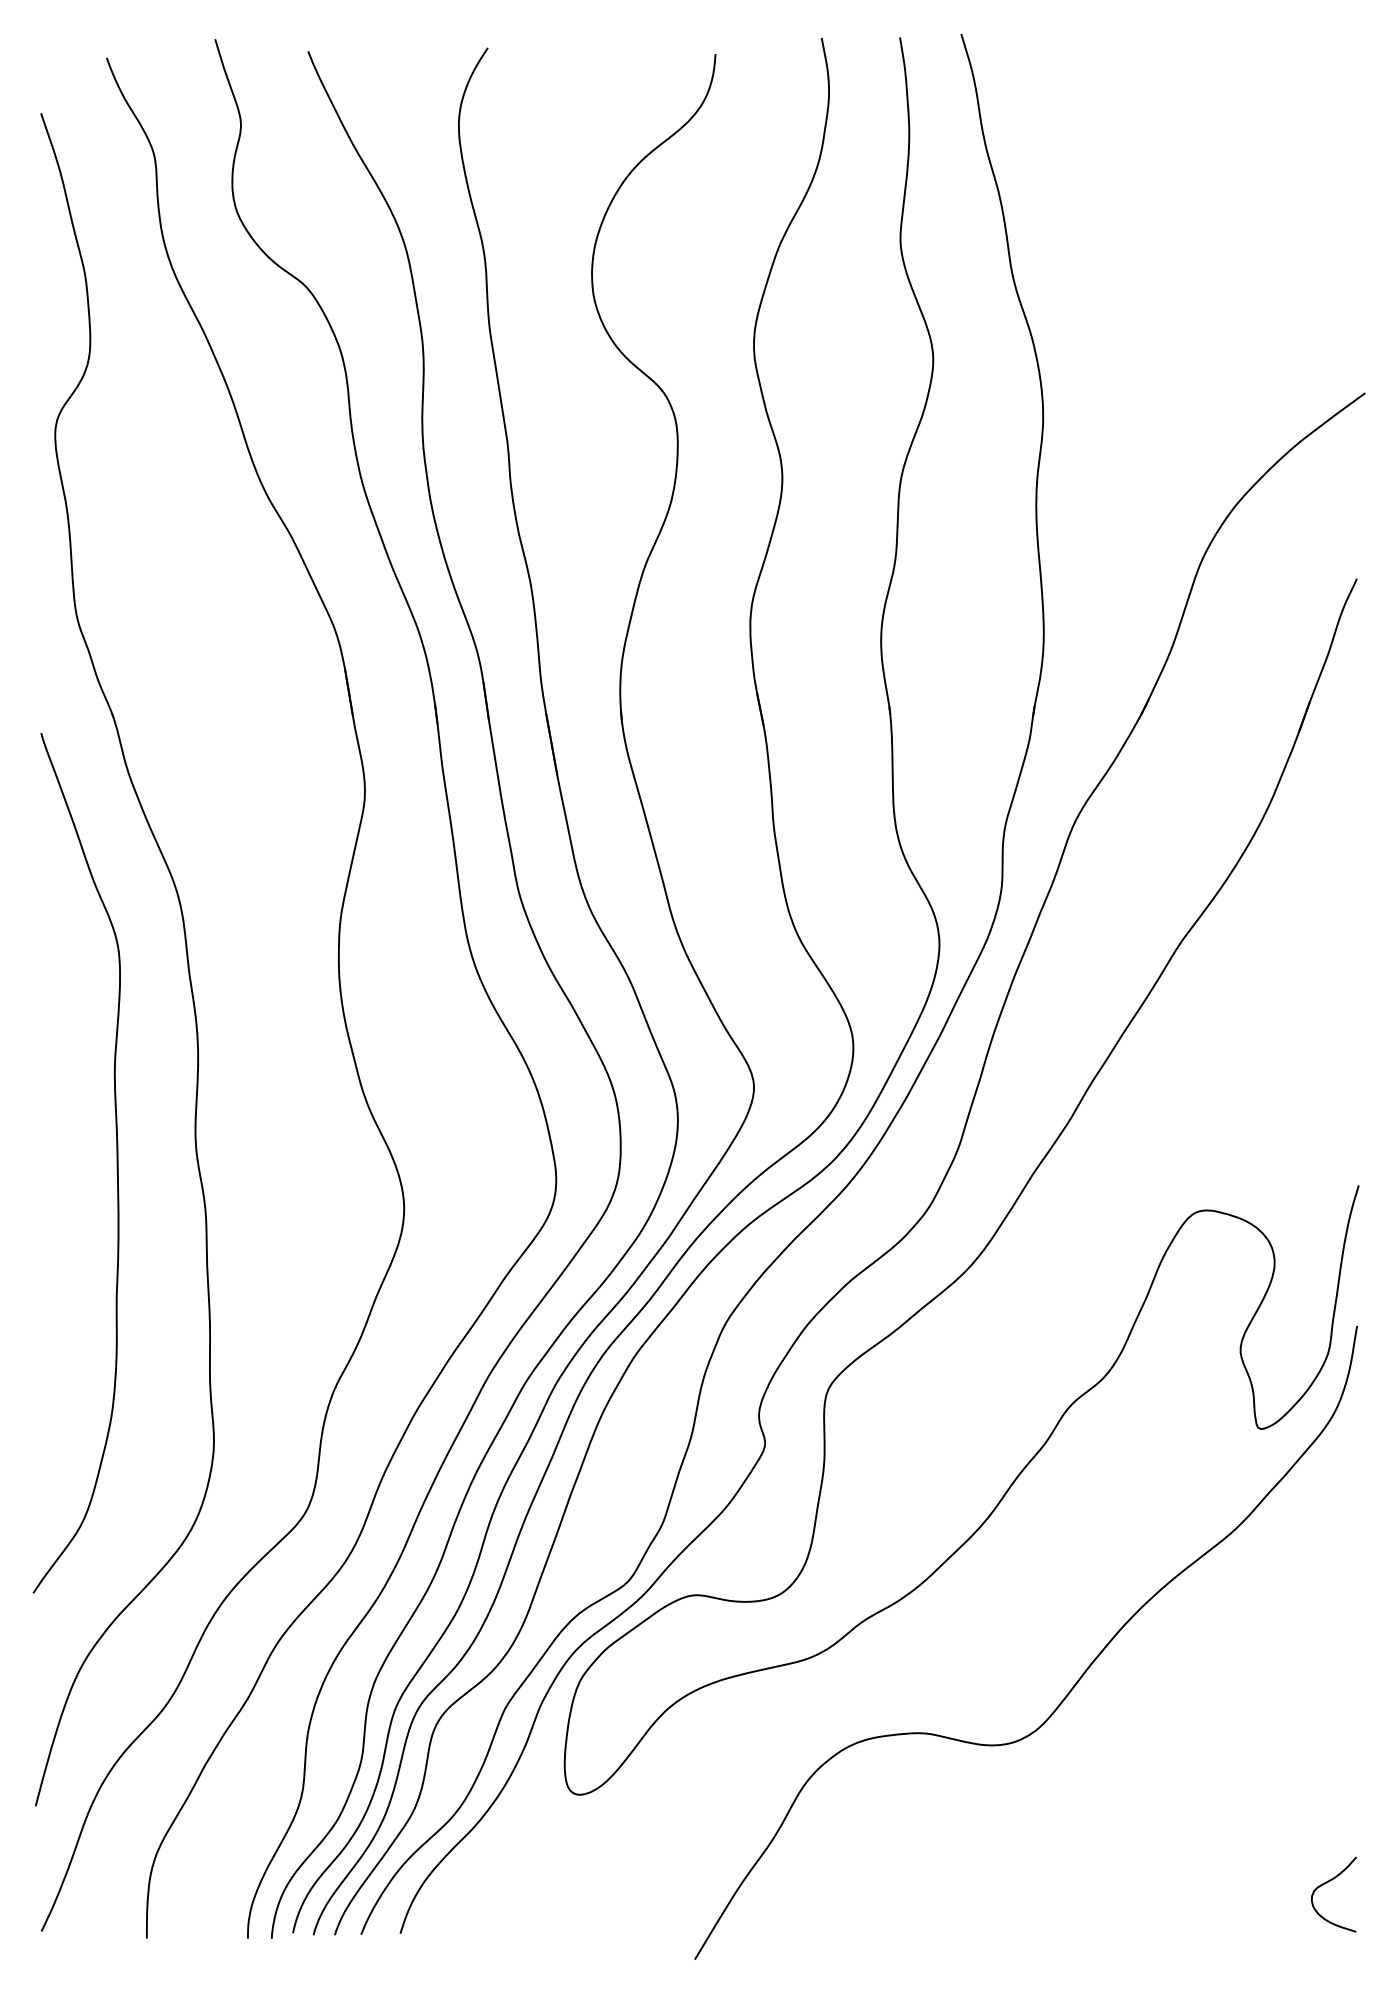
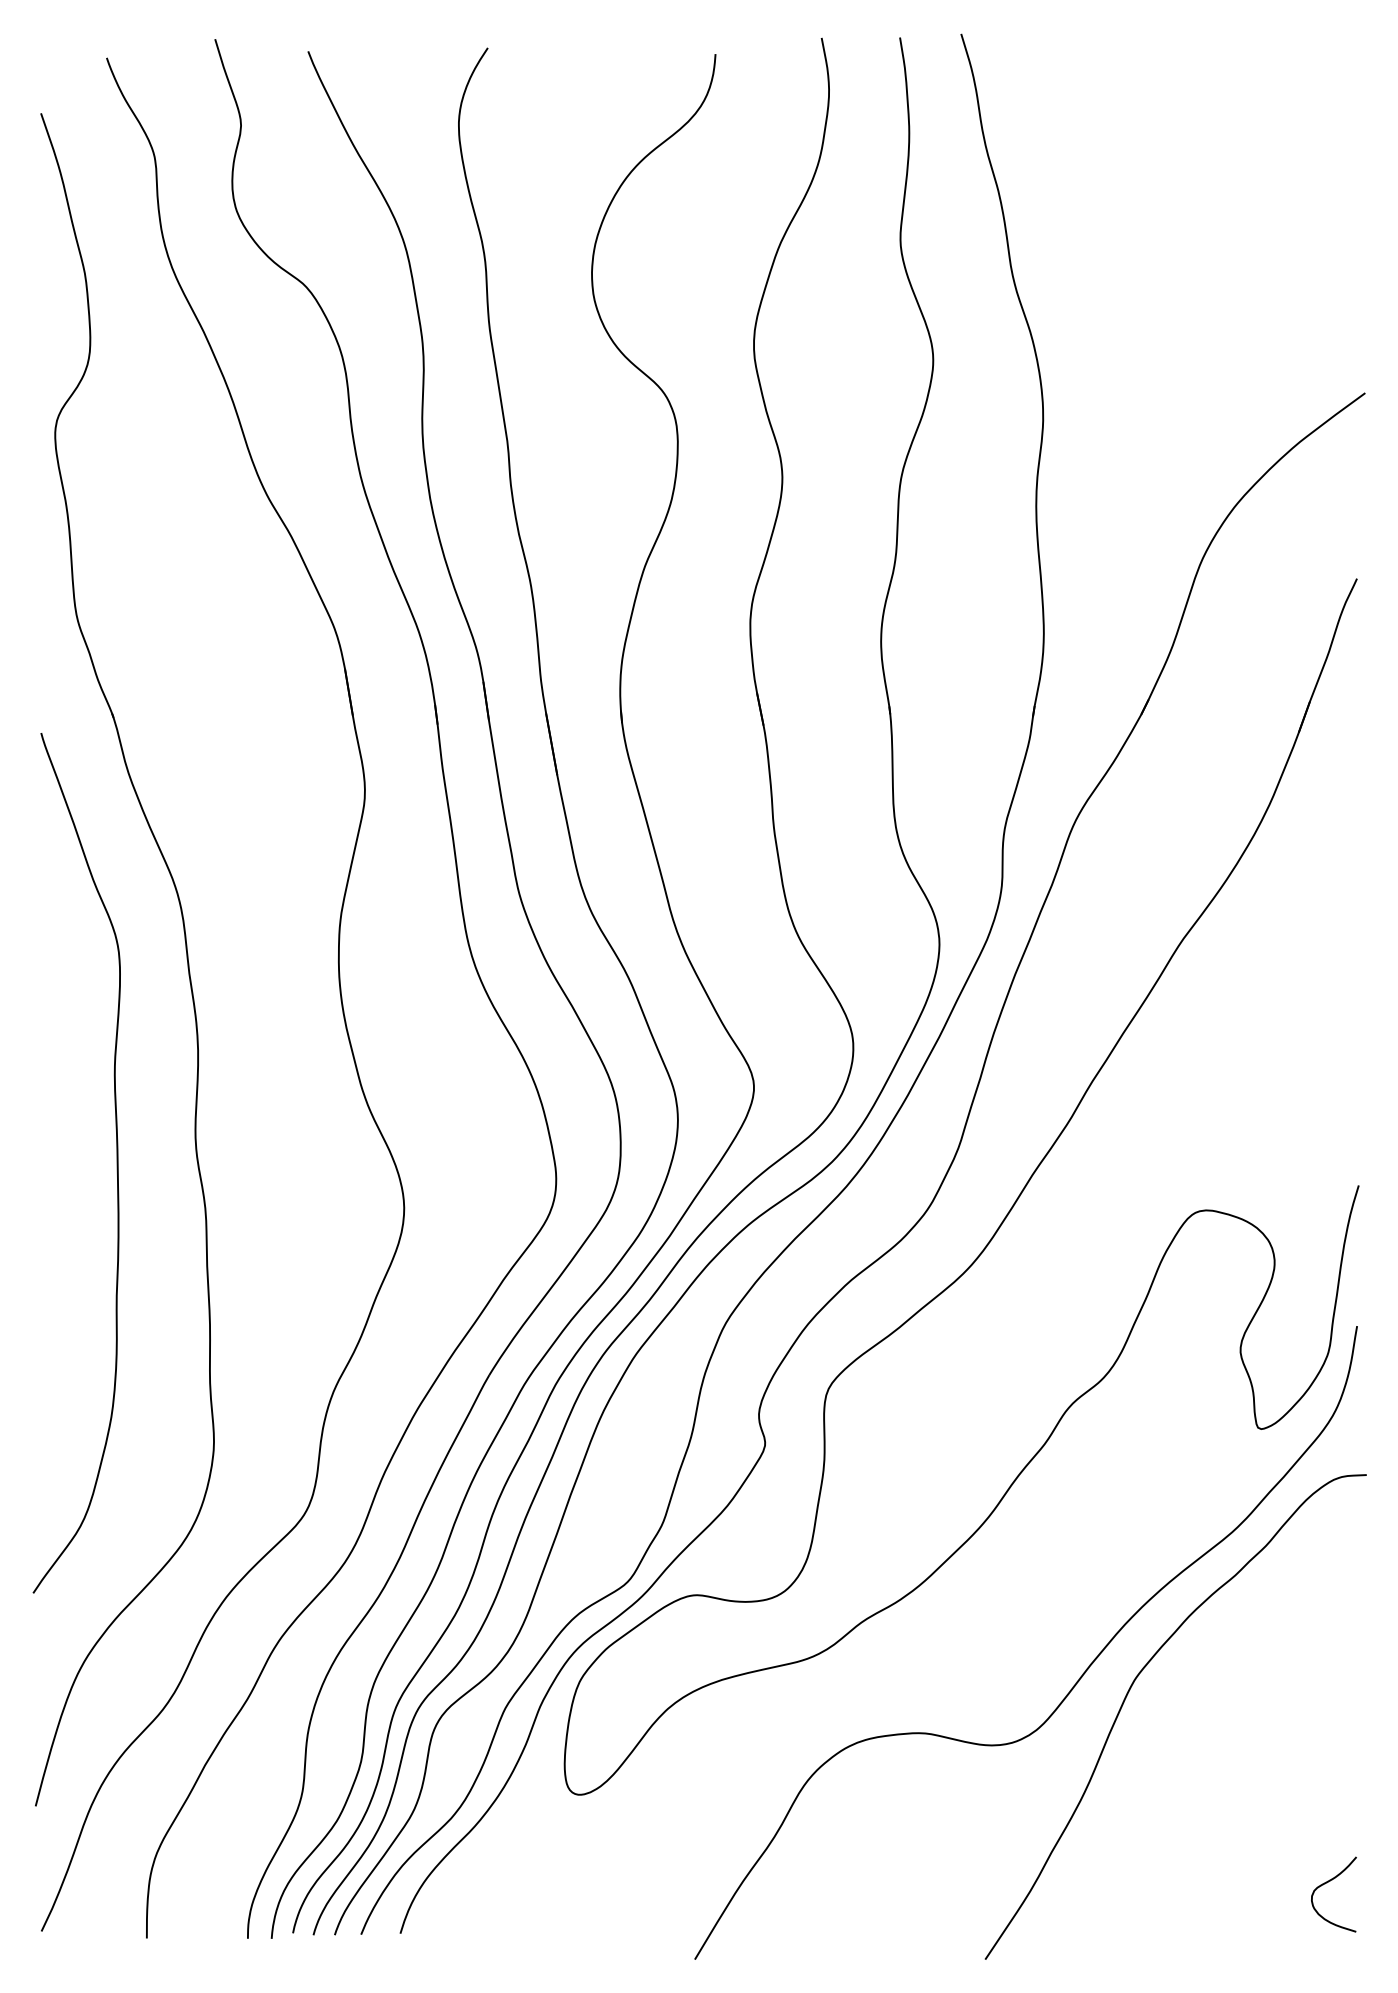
curve at (1129, 1692): none -> present
